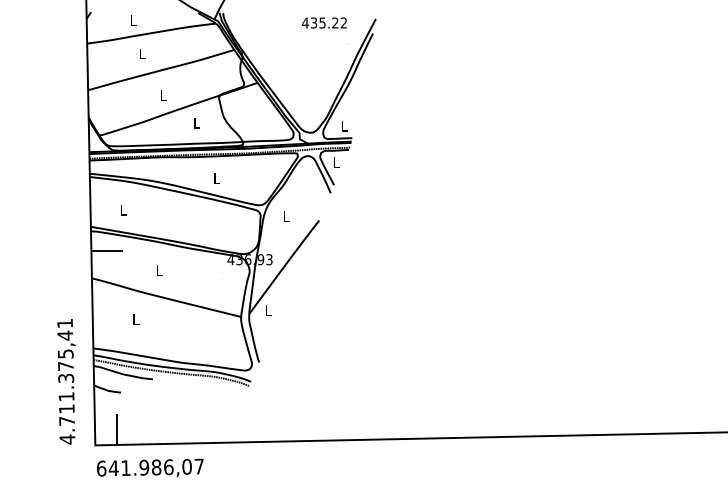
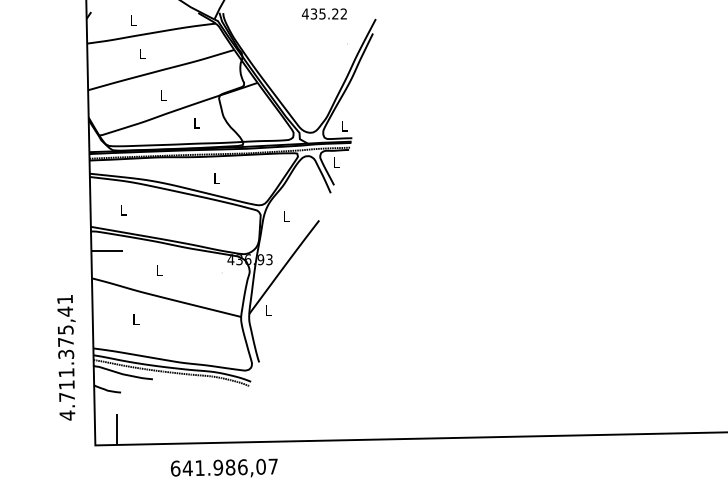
text at (323, 22) position: (323, 22) -> (323, 13)
text at (66, 381) position: (66, 381) -> (66, 357)
text at (150, 467) position: (150, 467) -> (224, 467)
